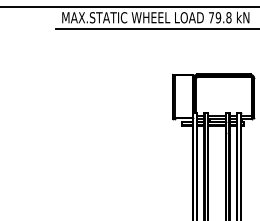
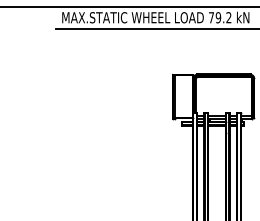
text at (228, 17): 79.8 -> 79.2
